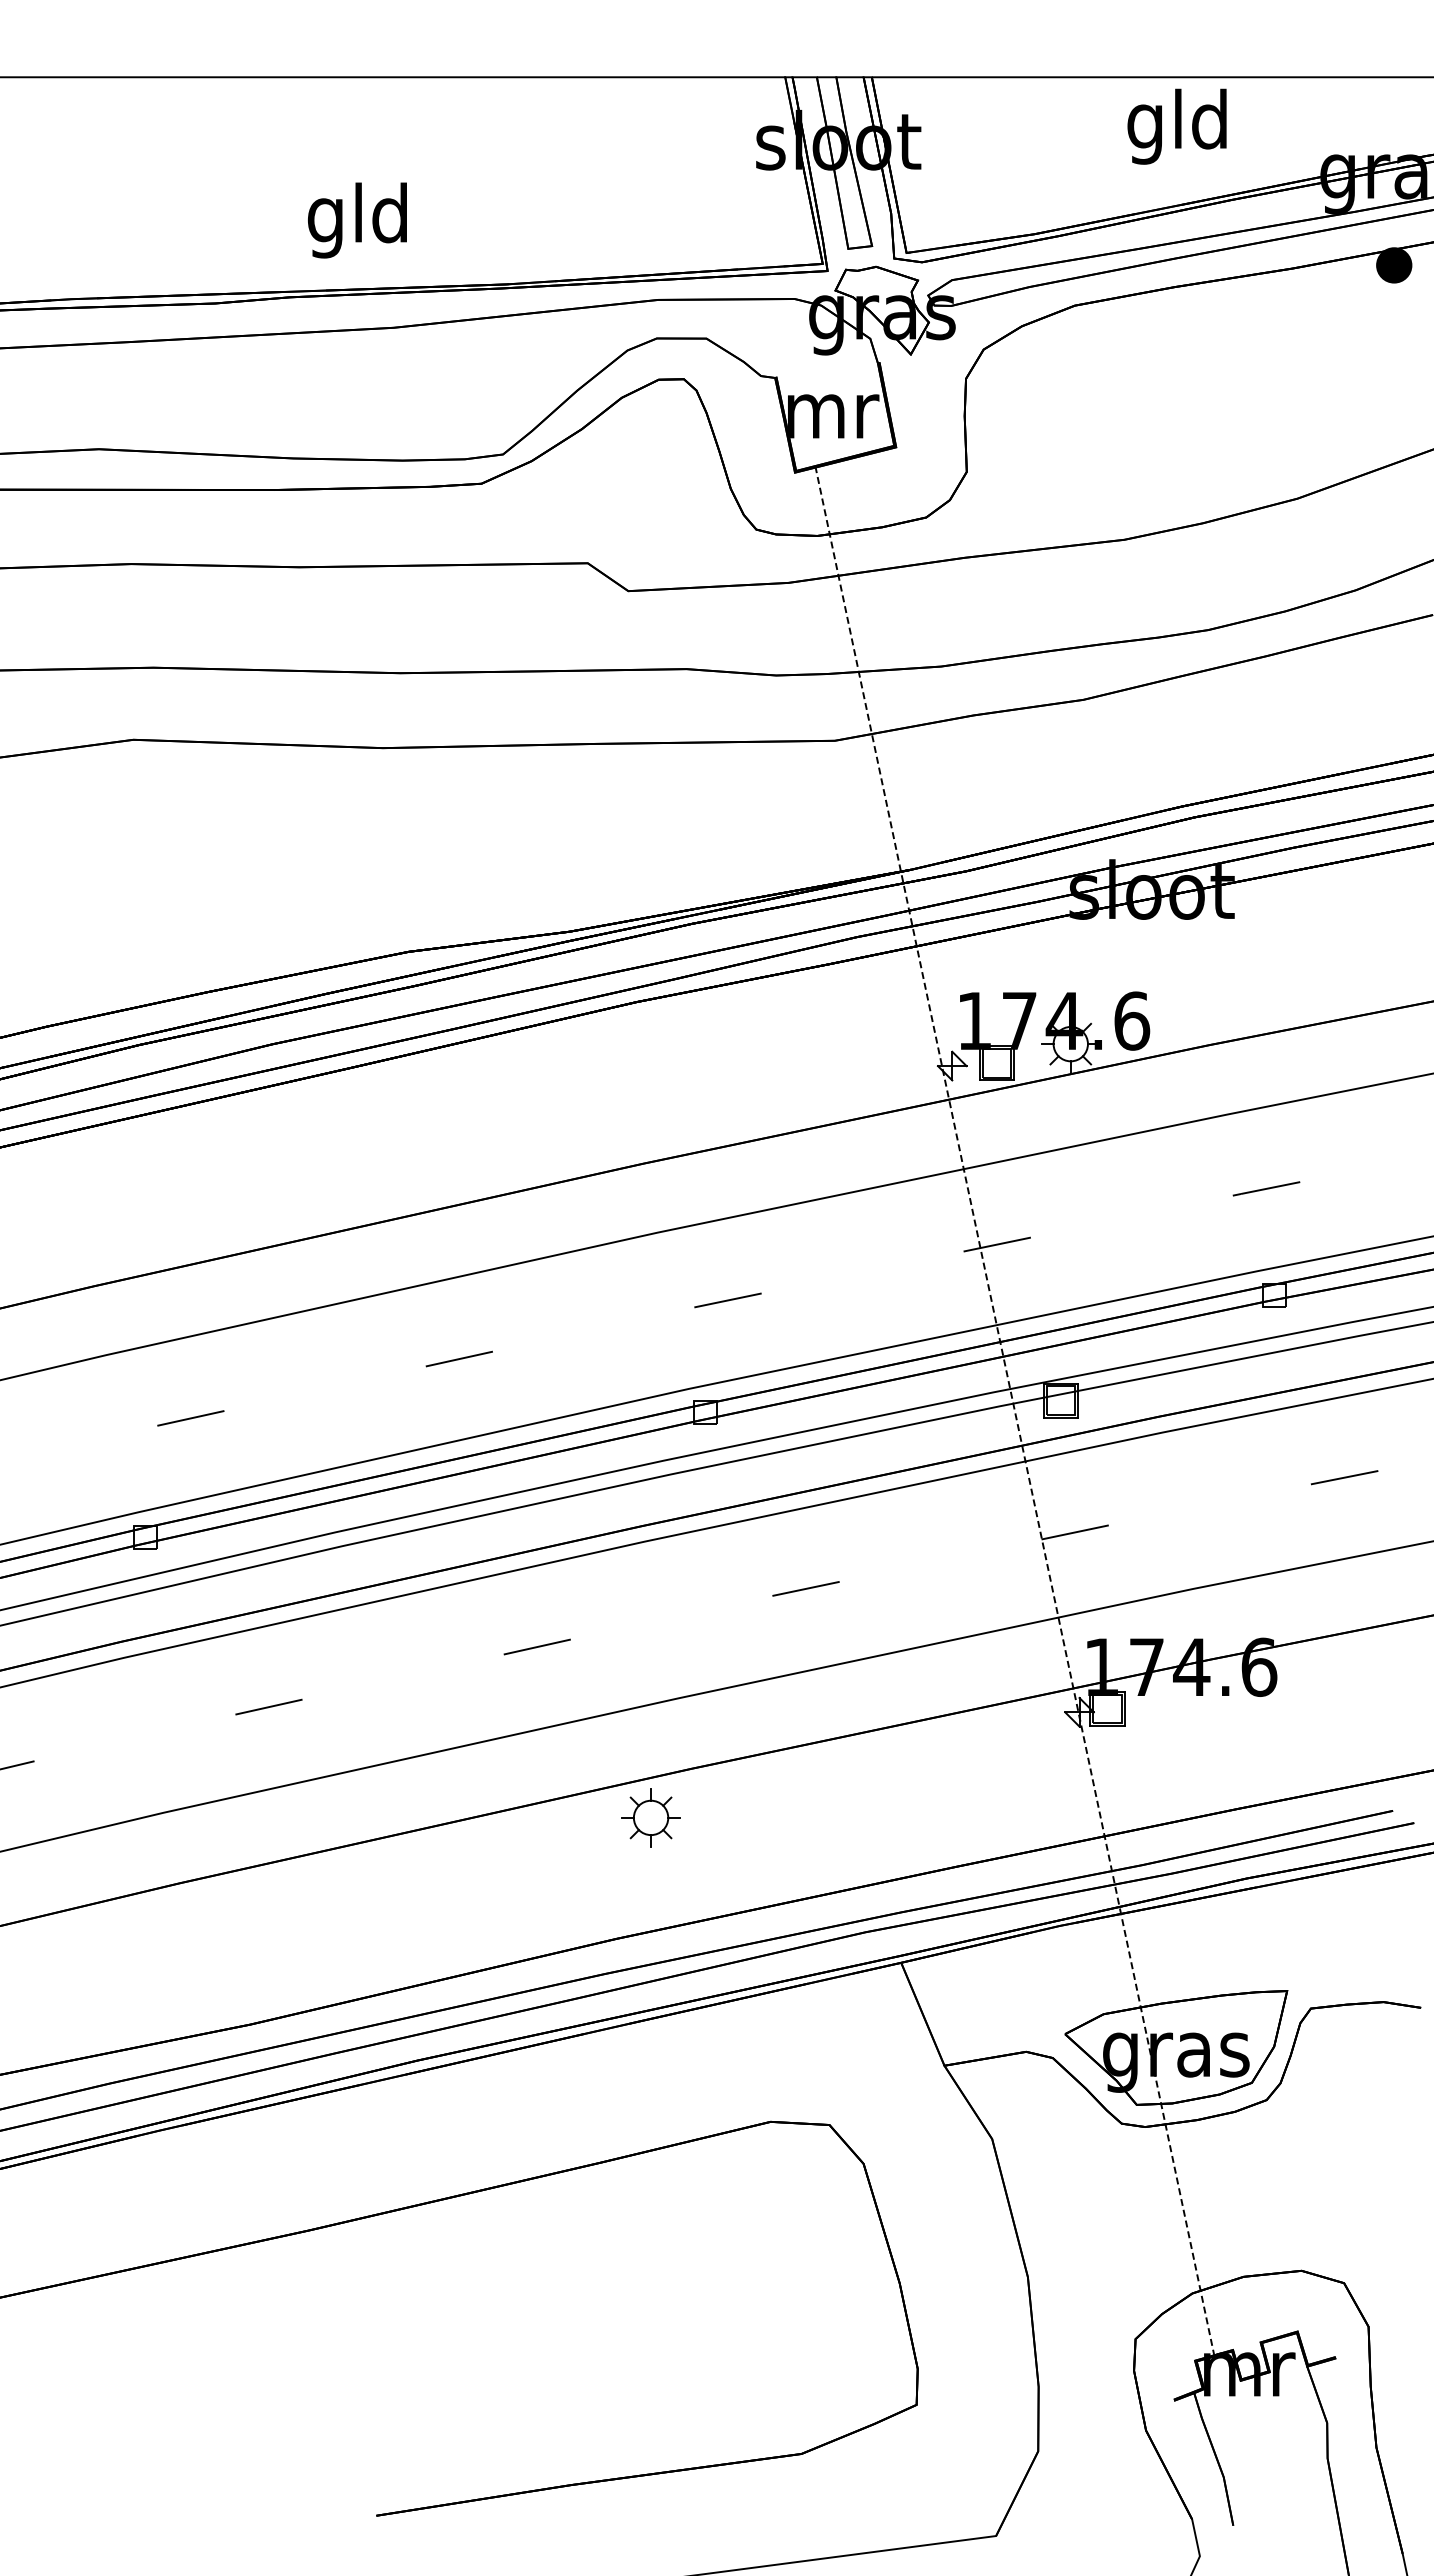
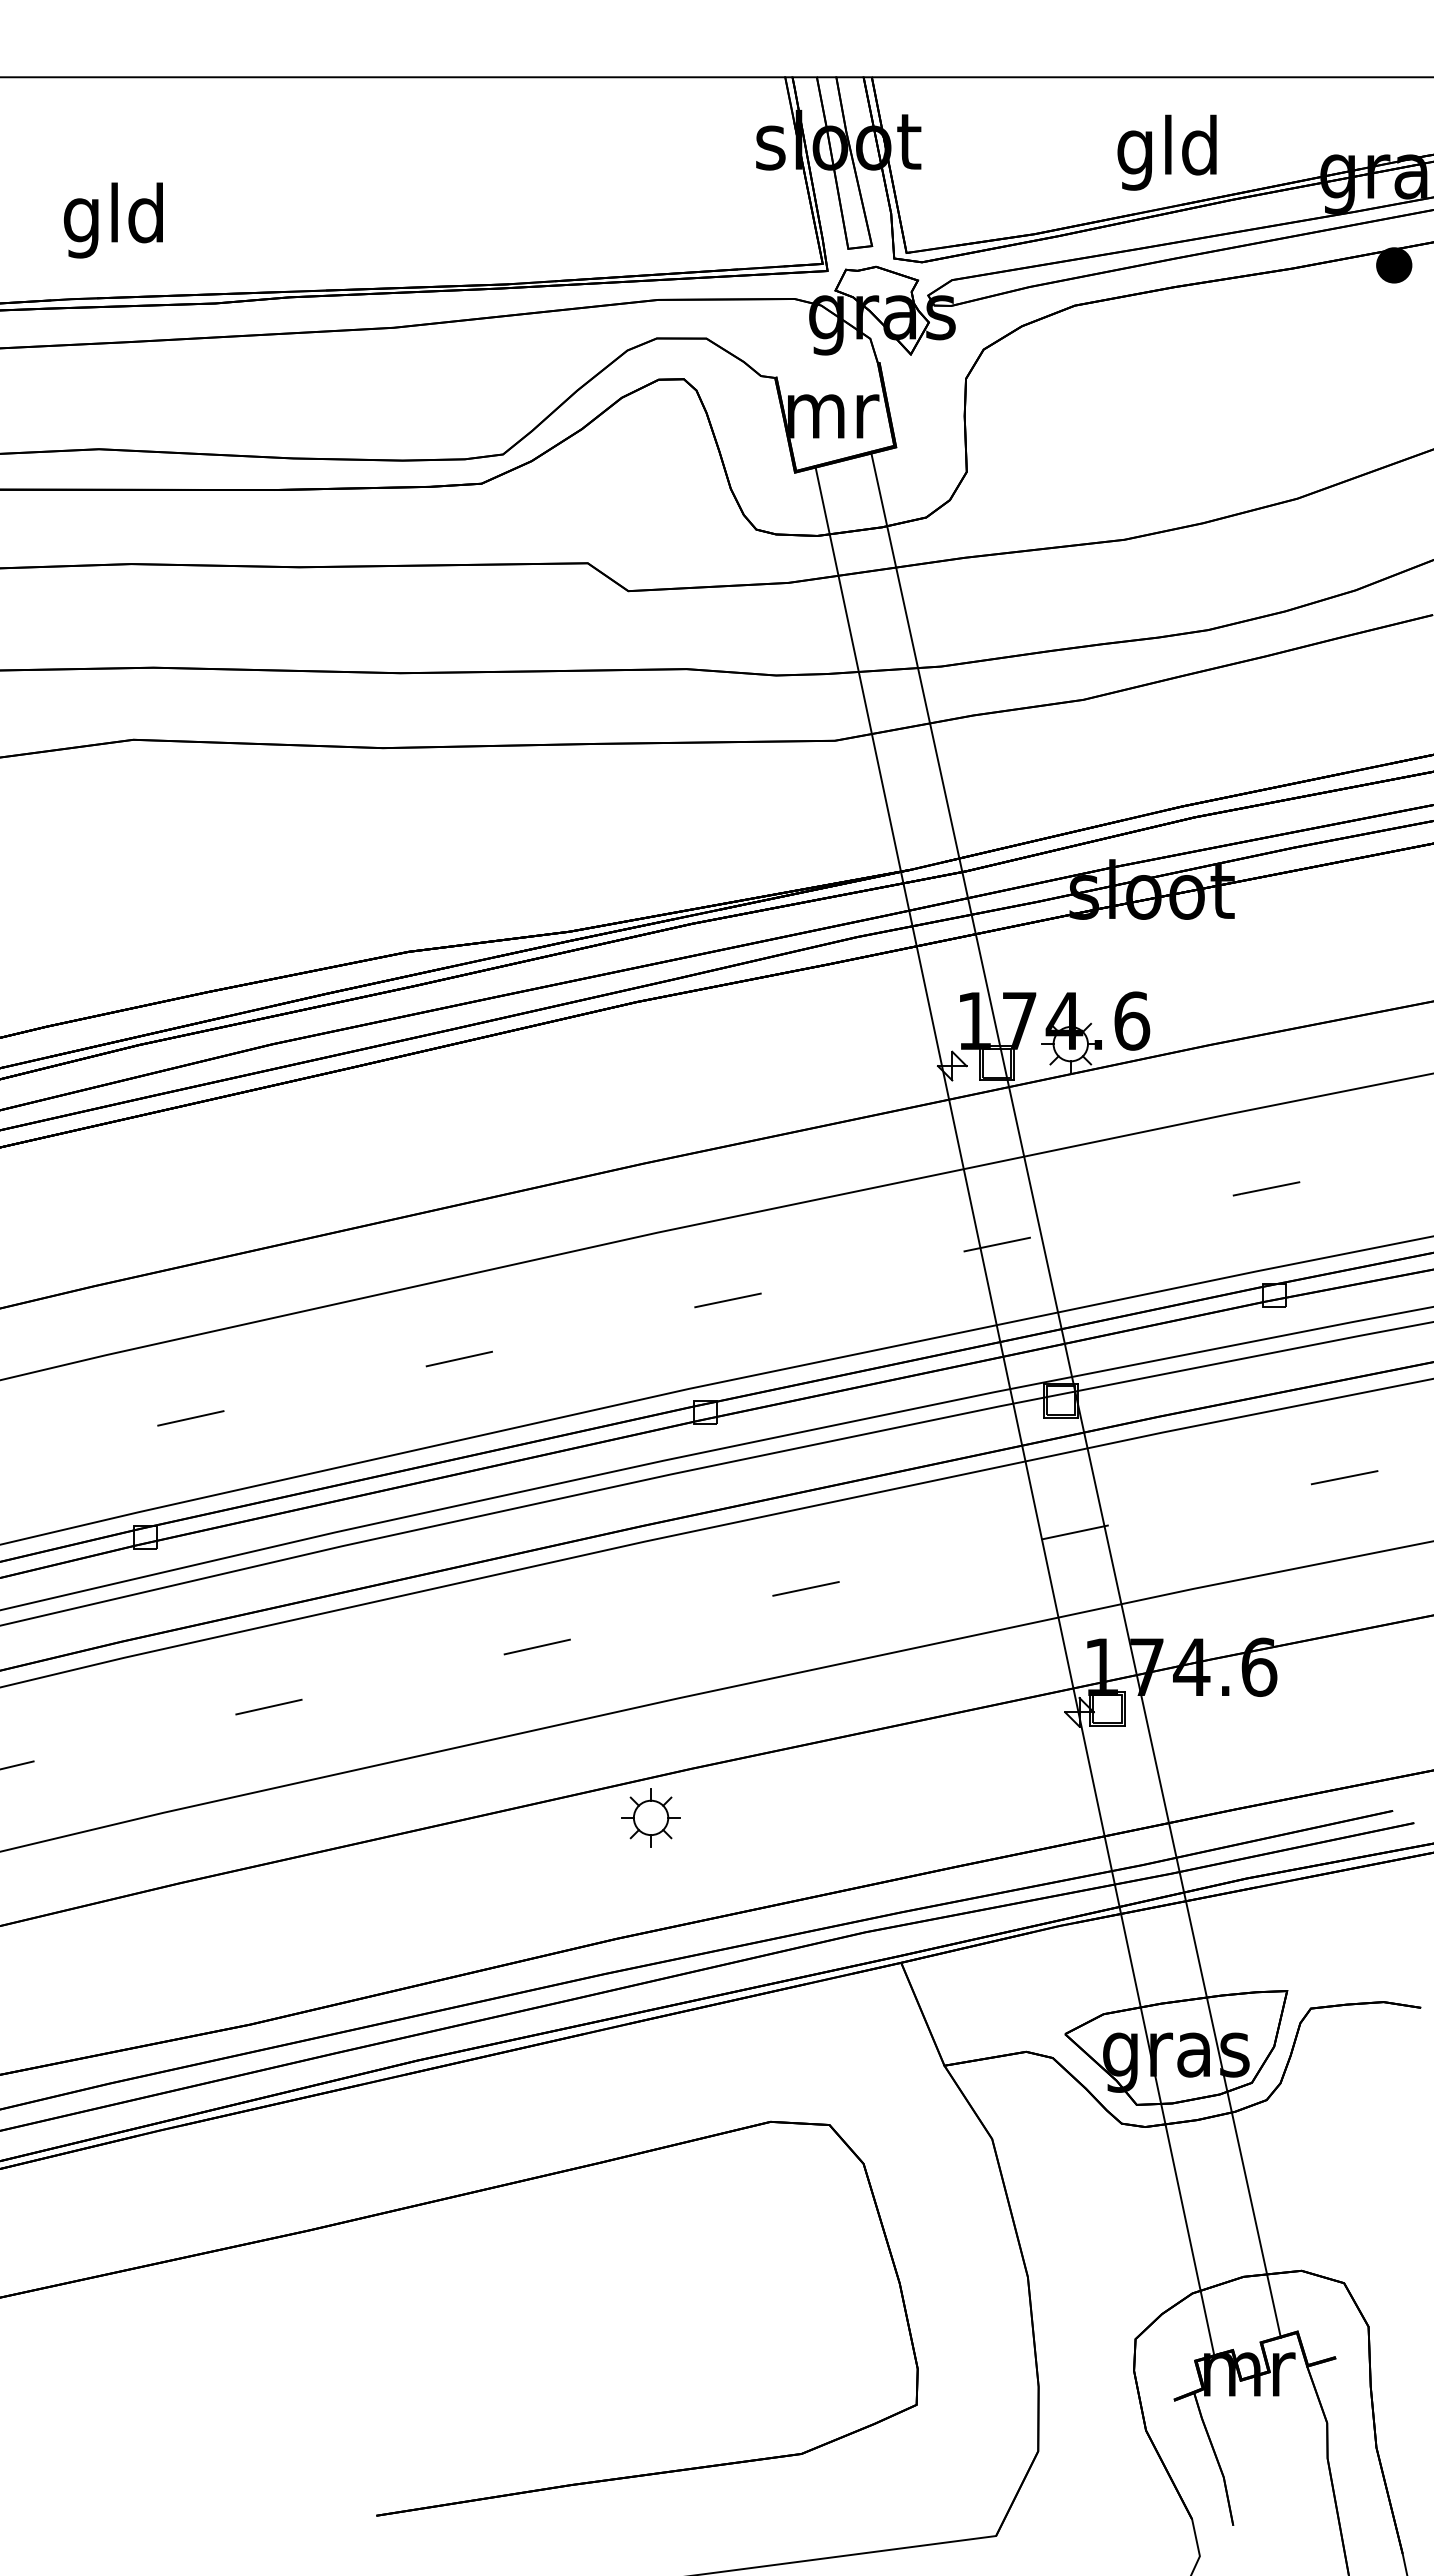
text at (1176, 126) position: (1176, 126) -> (1166, 152)
text at (357, 220) position: (357, 220) -> (113, 220)
line at (1075, 1394): none -> present
line at (1014, 1411): dashed -> solid
